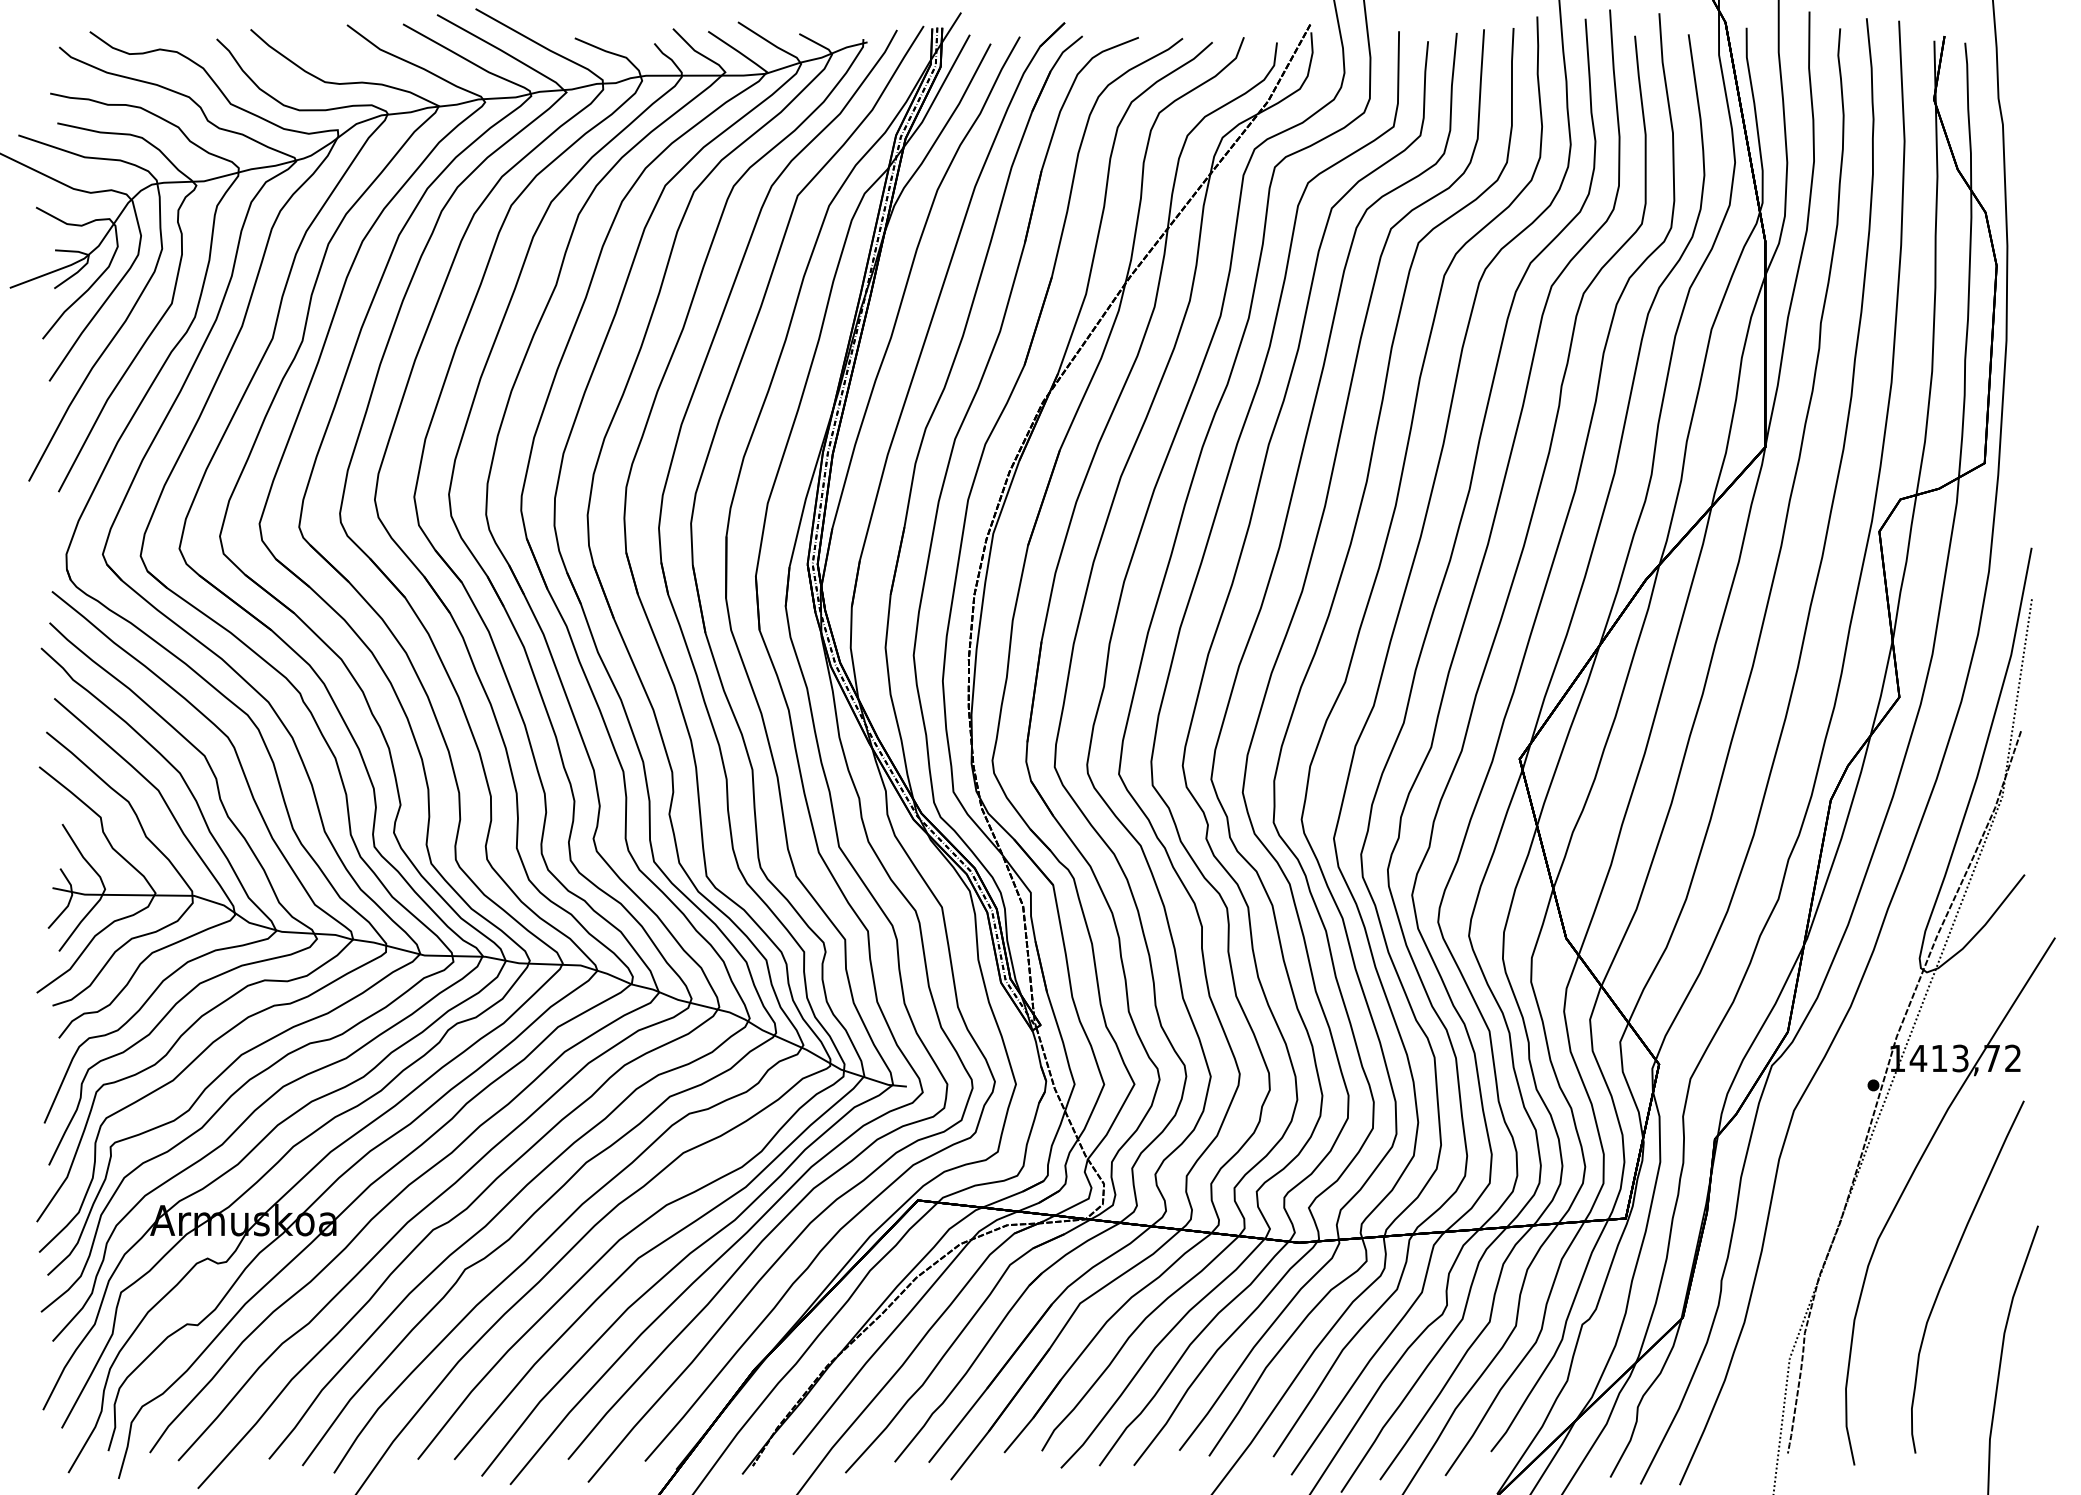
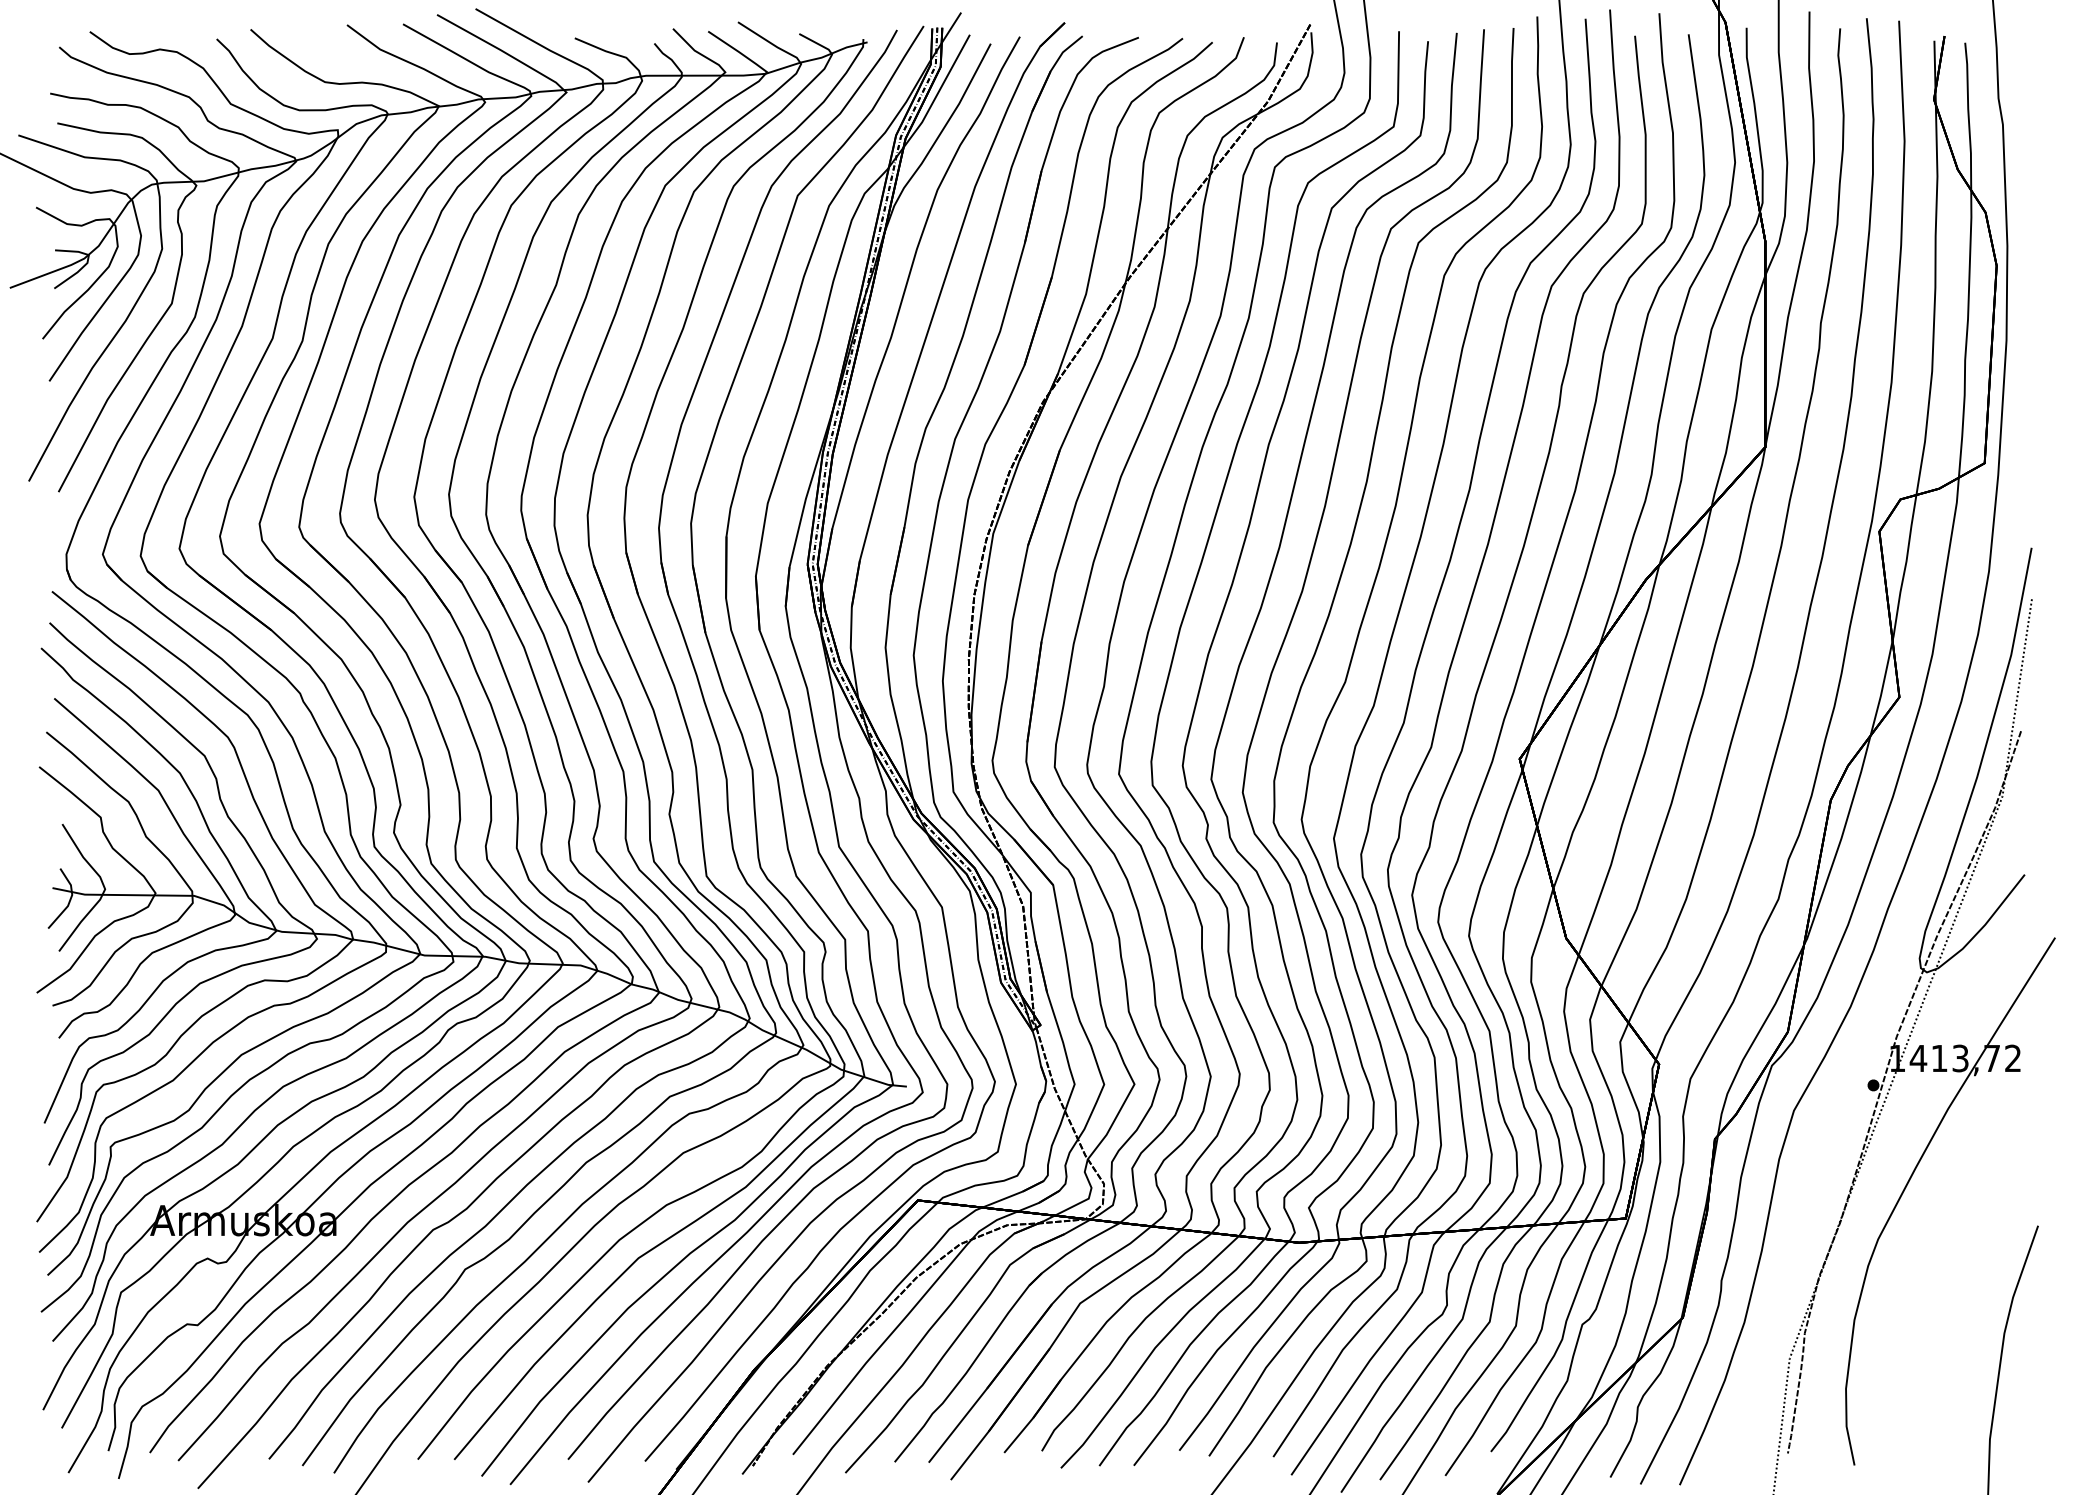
curve at (1950, 1267): present -> none
